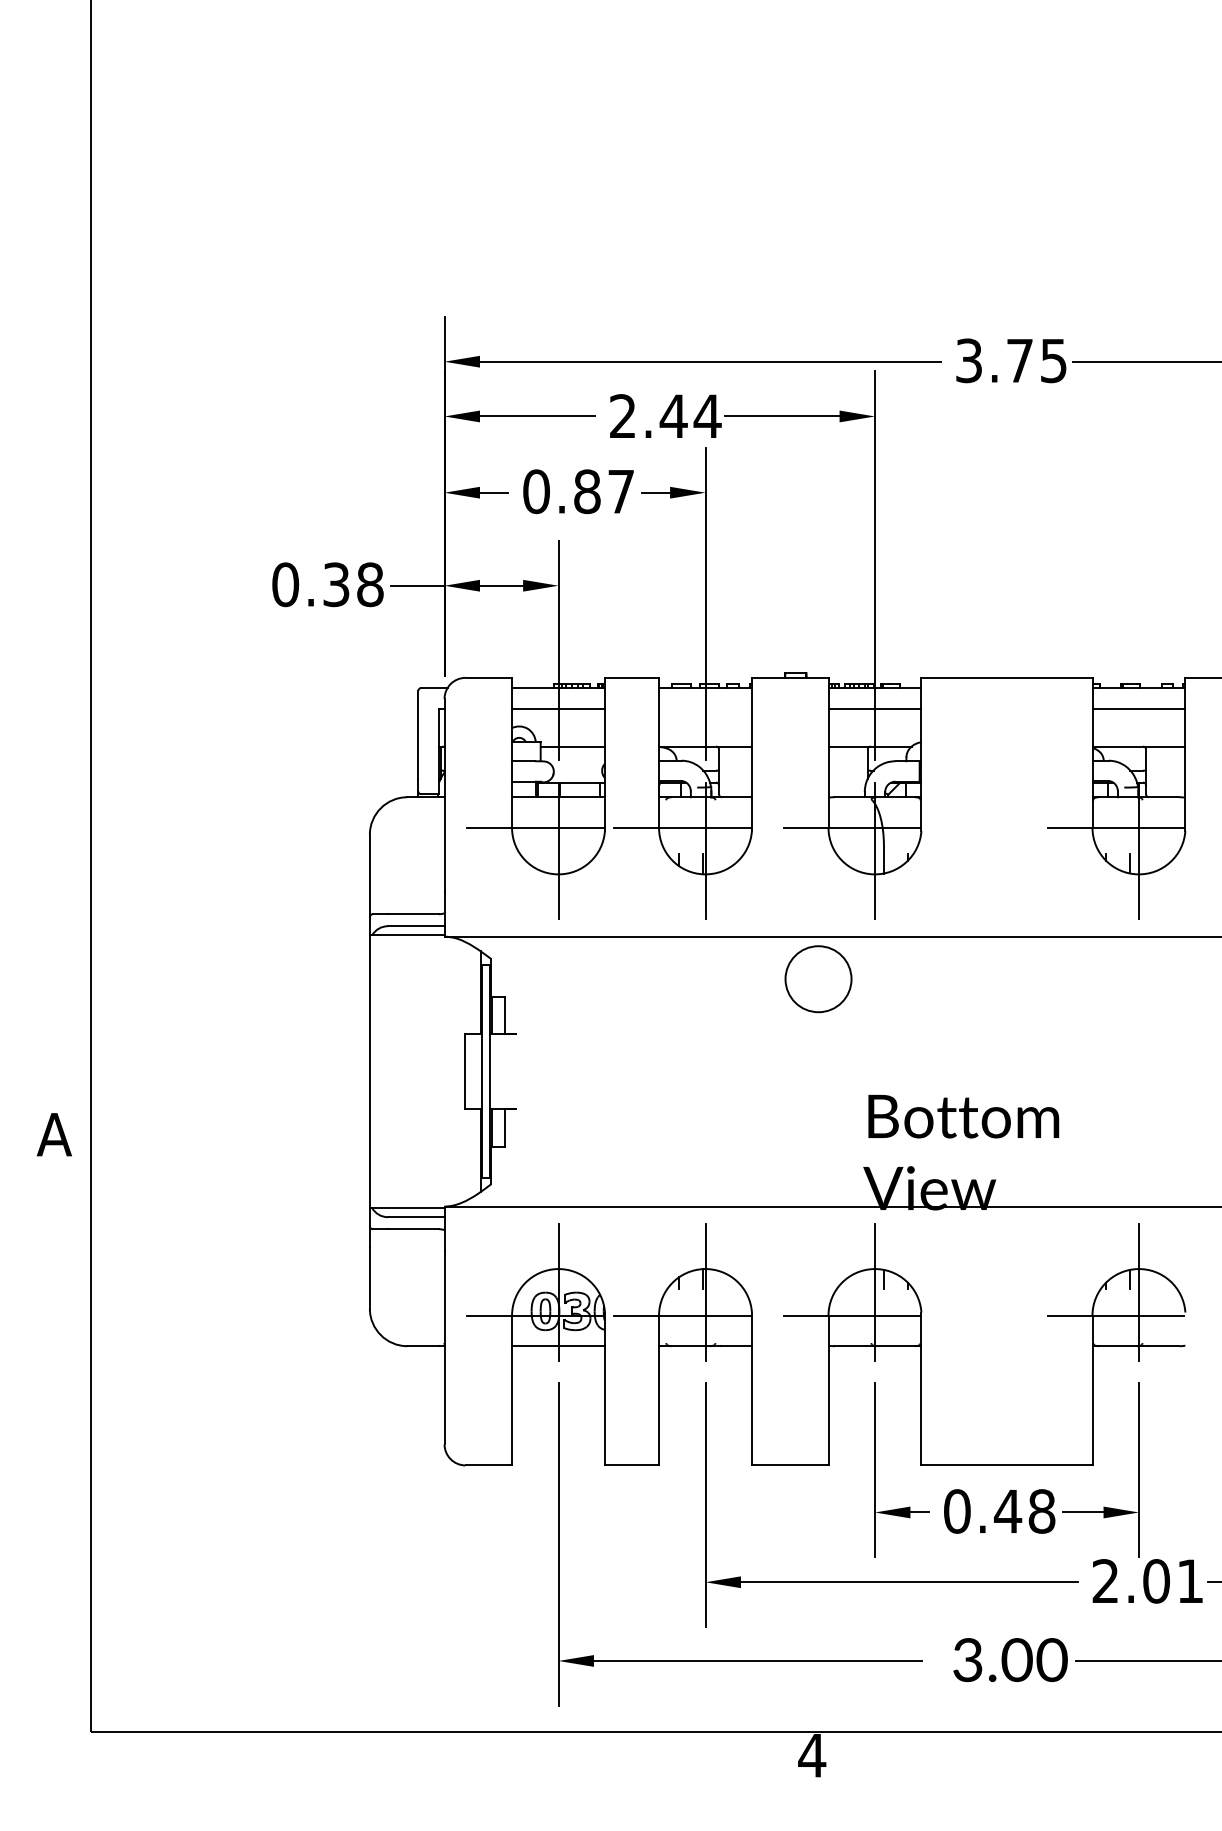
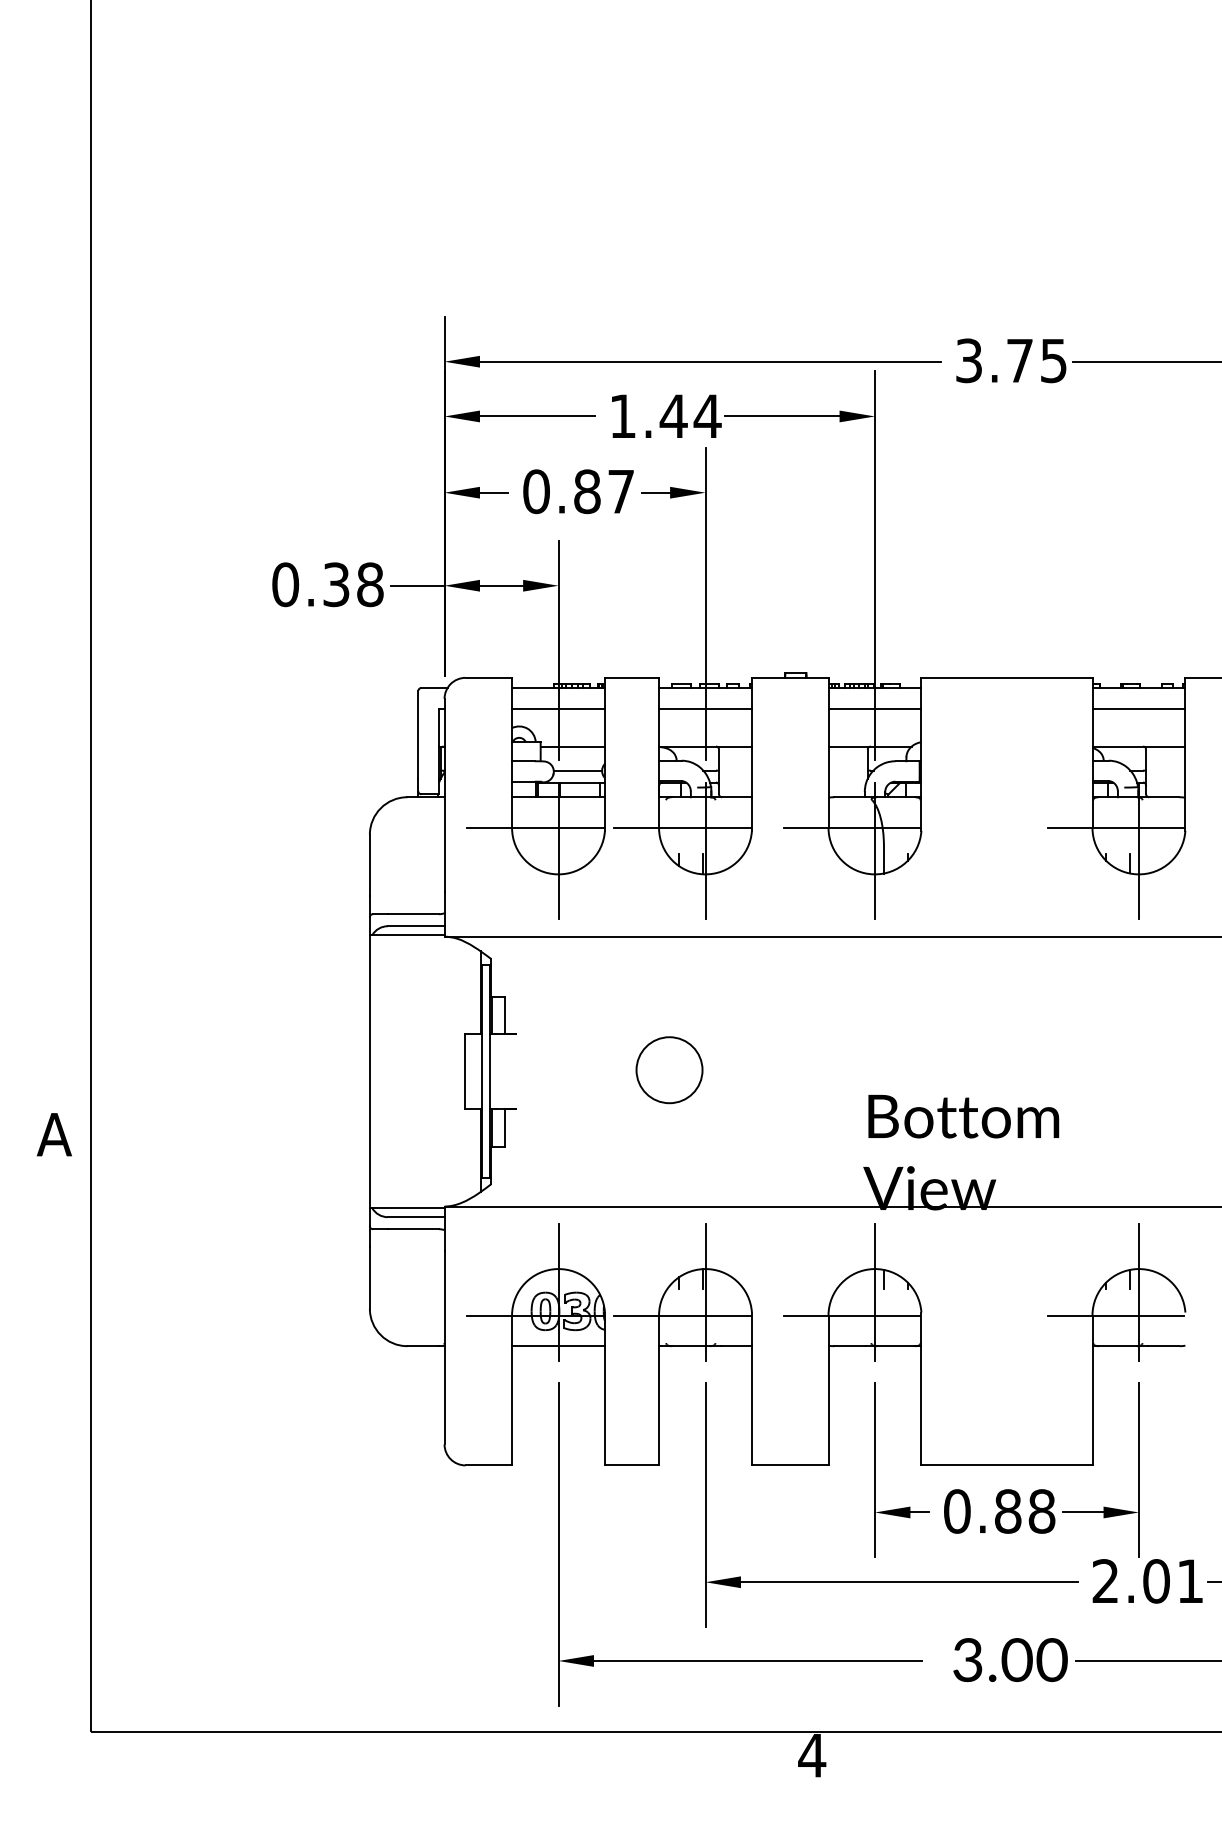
text at (622, 415): 2.44 -> 1.44
line at (705, 709): none -> present
line at (577, 770): none -> present
circle at (818, 979) position: (818, 979) -> (669, 1070)
text at (1007, 1511): 0.48 -> 0.88
